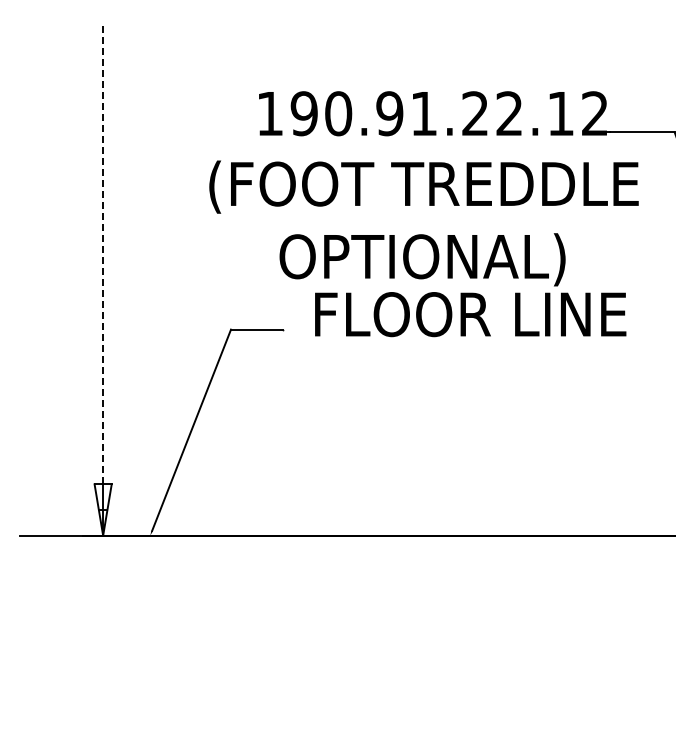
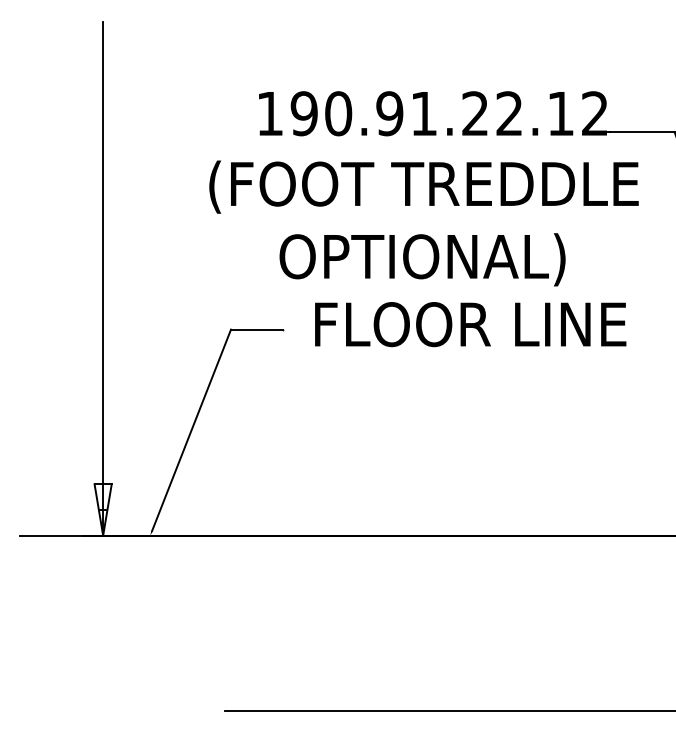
line at (103, 252): dashed -> solid
text at (470, 314) position: (470, 314) -> (470, 324)
line at (448, 711): none -> present
